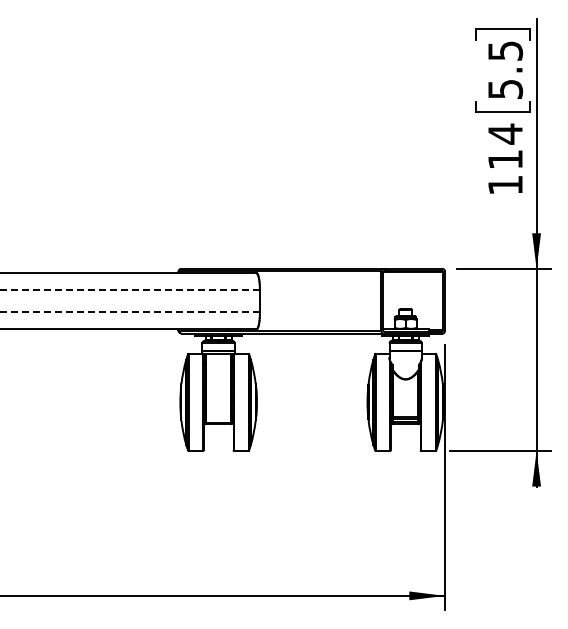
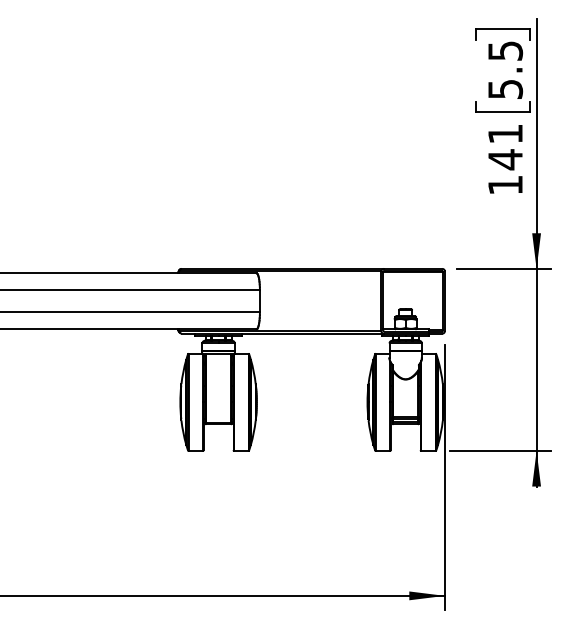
text at (505, 146): 114 -> 141
line at (130, 290): dashed -> solid
line at (130, 312): dashed -> solid
